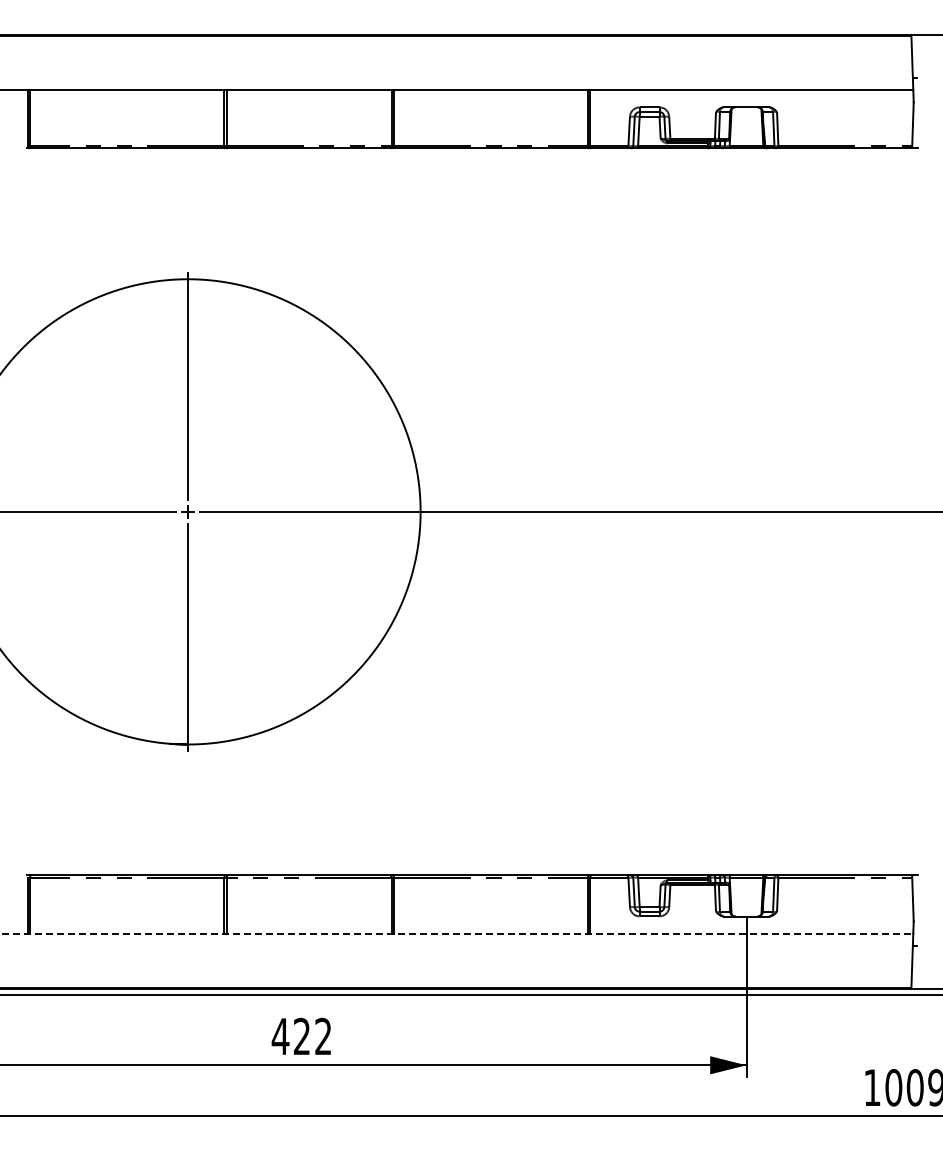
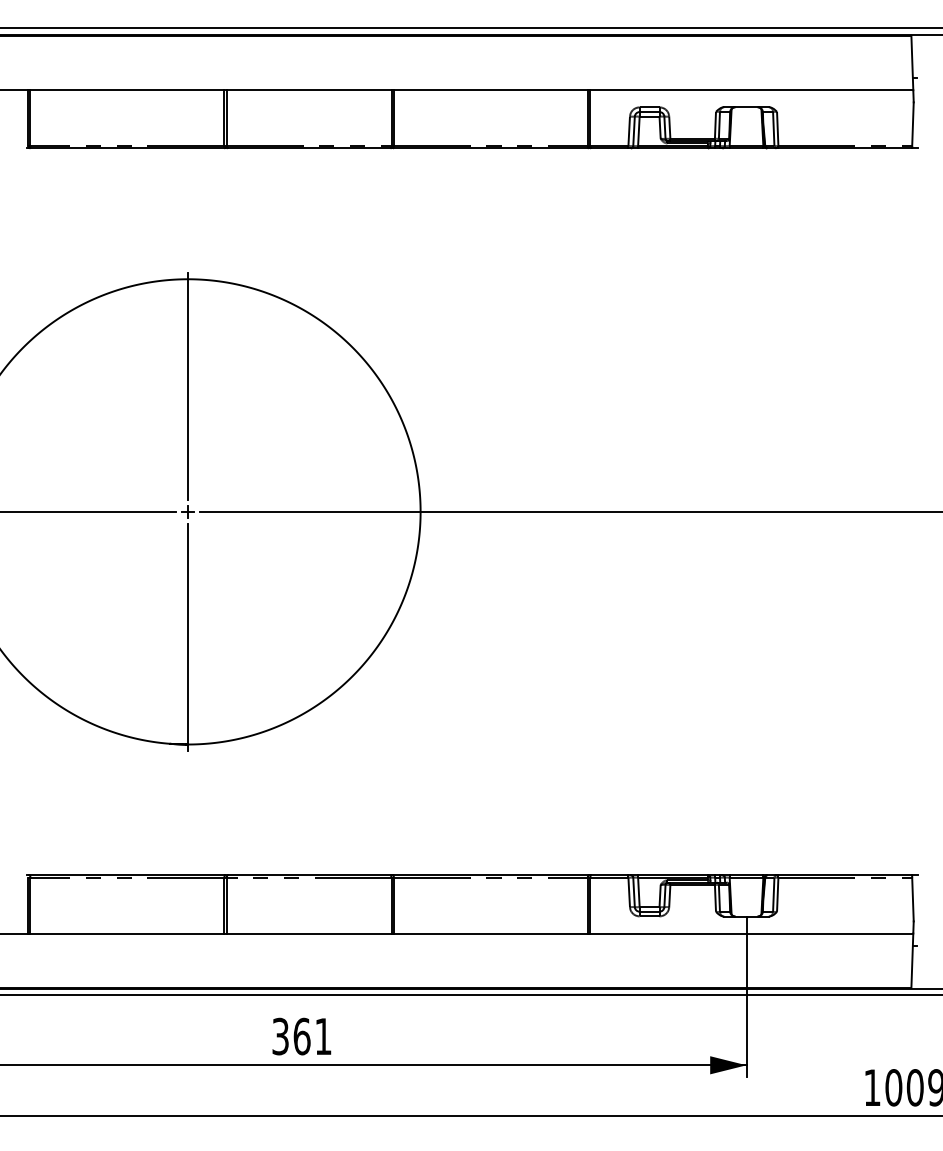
line at (470, 28): none -> present
line at (457, 933): dashed -> solid
text at (301, 1036): 422 -> 361
